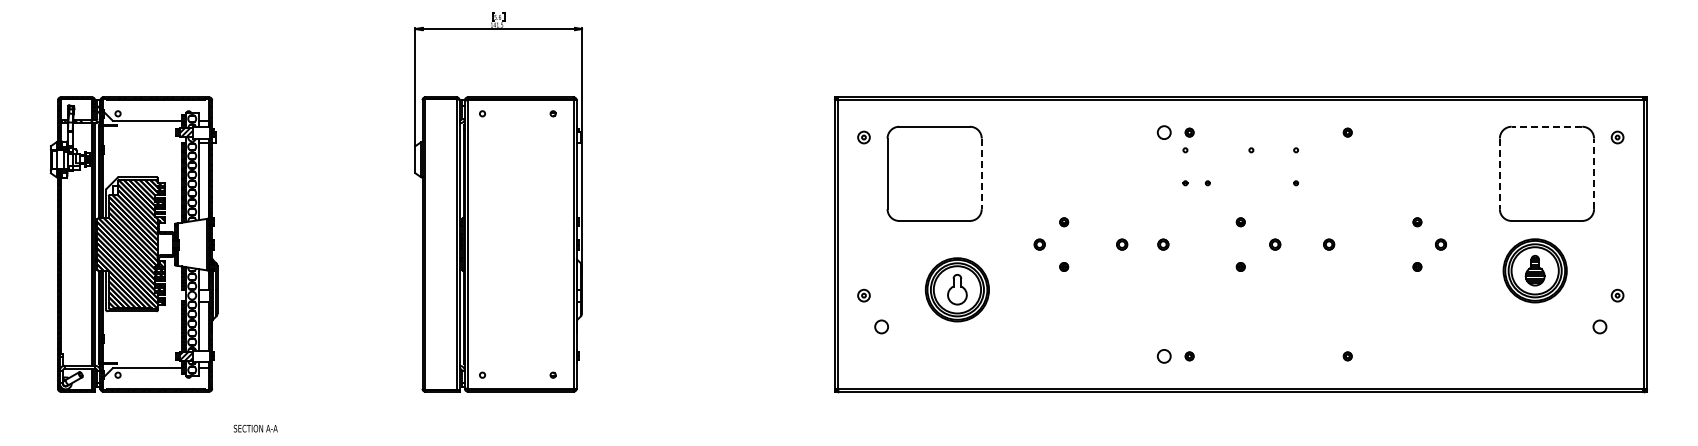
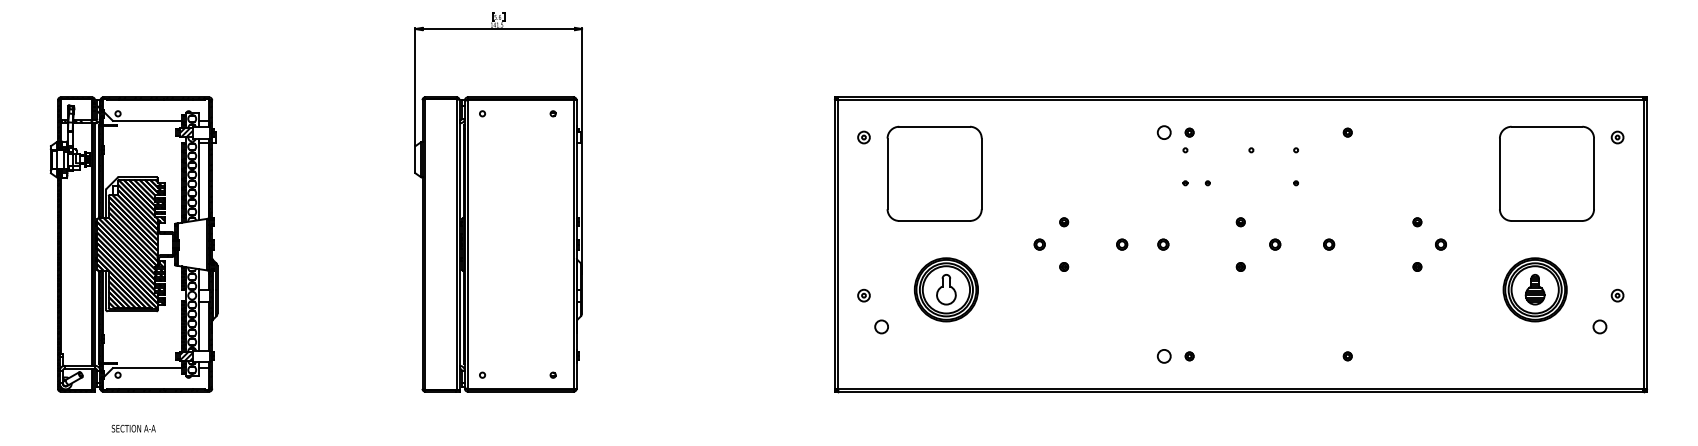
line at (1546, 126): dashed -> solid
line at (1594, 173): dashed -> solid
line at (981, 174): dashed -> solid
line at (1499, 174): dashed -> solid
part at (1534, 270) position: (1534, 270) -> (1534, 289)
part at (956, 289) position: (956, 289) -> (945, 289)
text at (255, 428) position: (255, 428) -> (133, 428)
